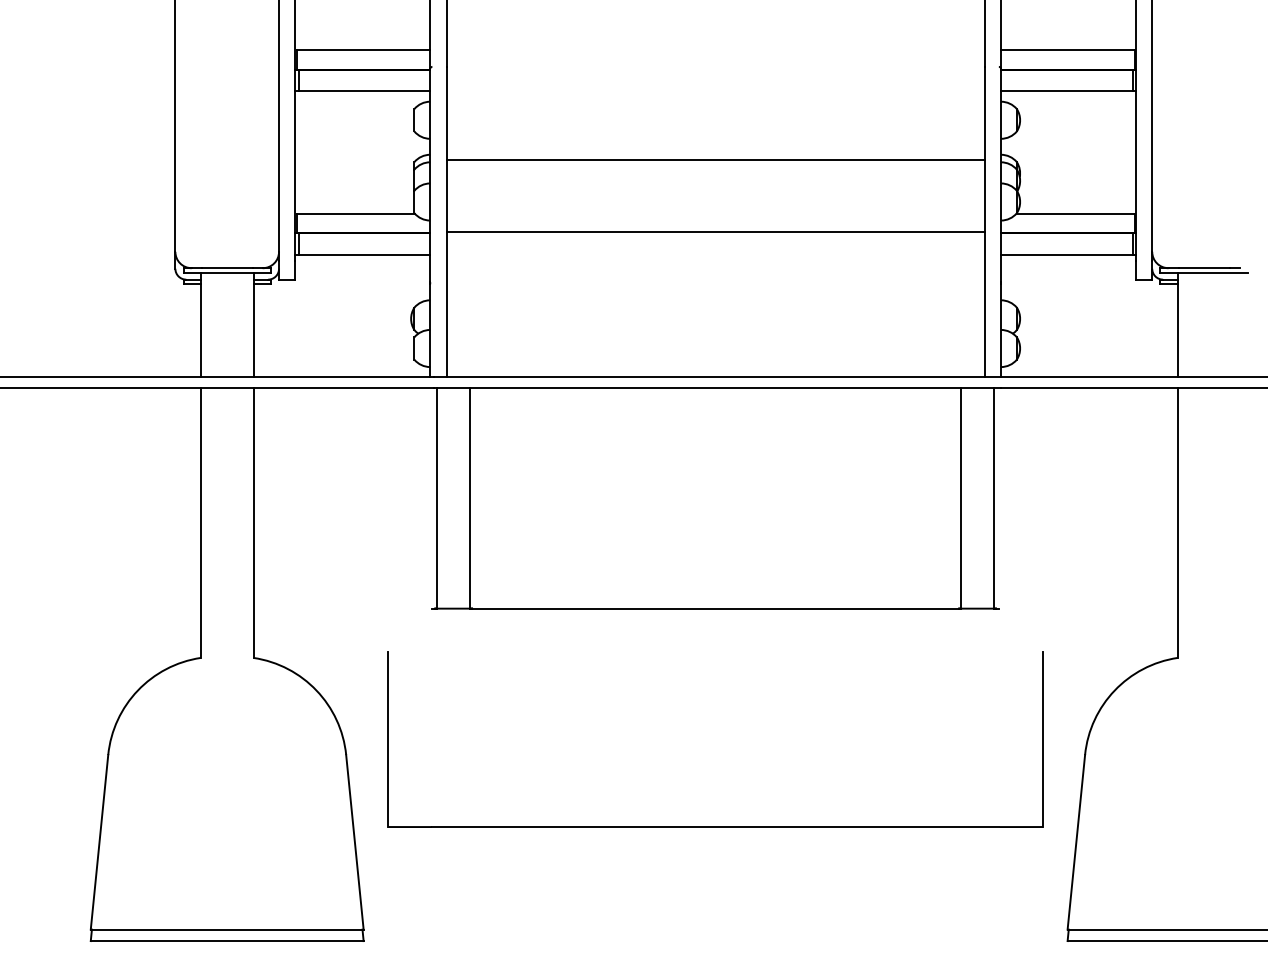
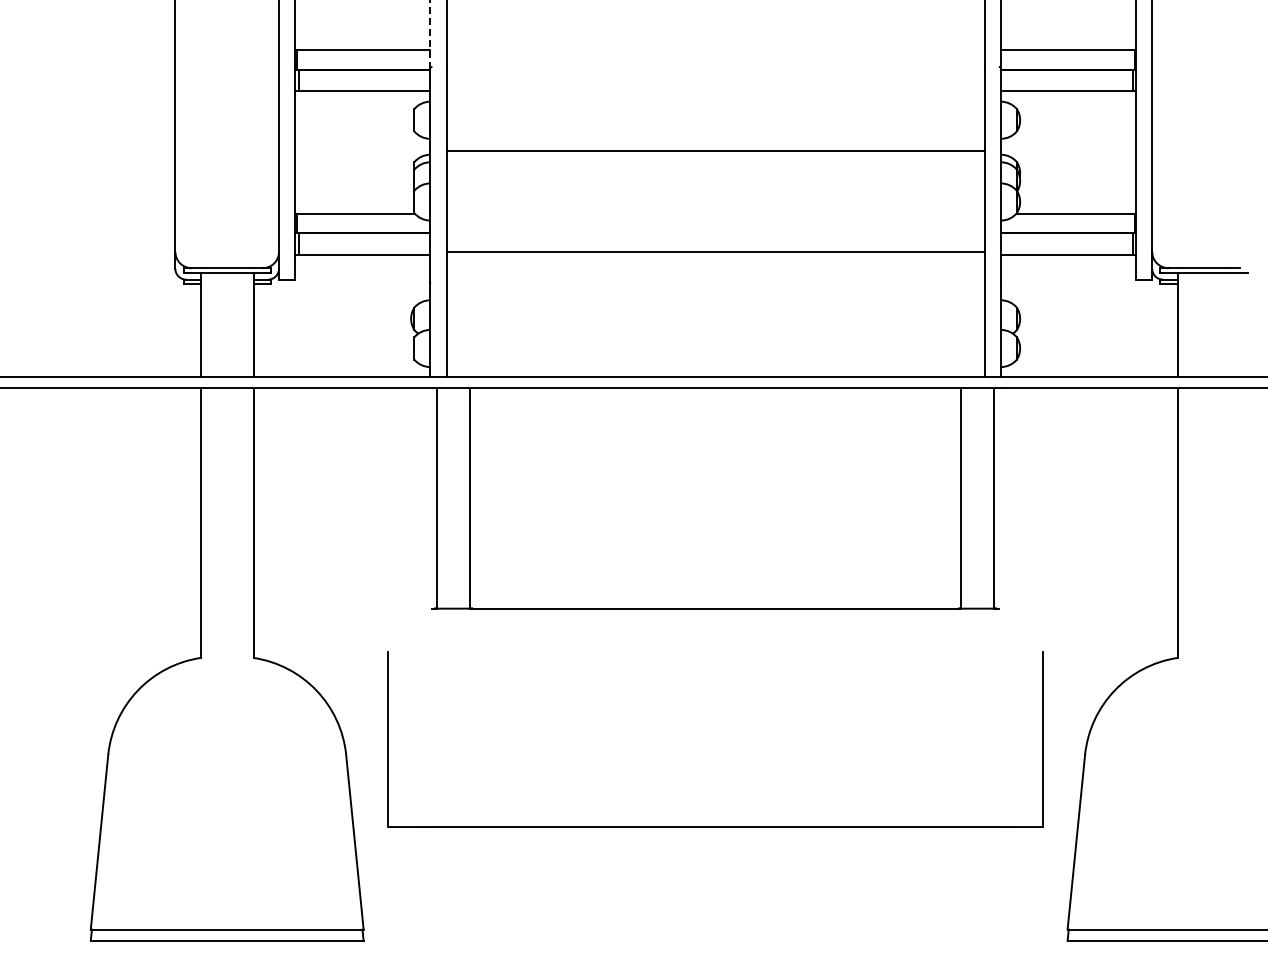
line at (430, 34): solid -> dashed
line at (715, 159) position: (715, 159) -> (715, 150)
line at (715, 232) position: (715, 232) -> (715, 252)
